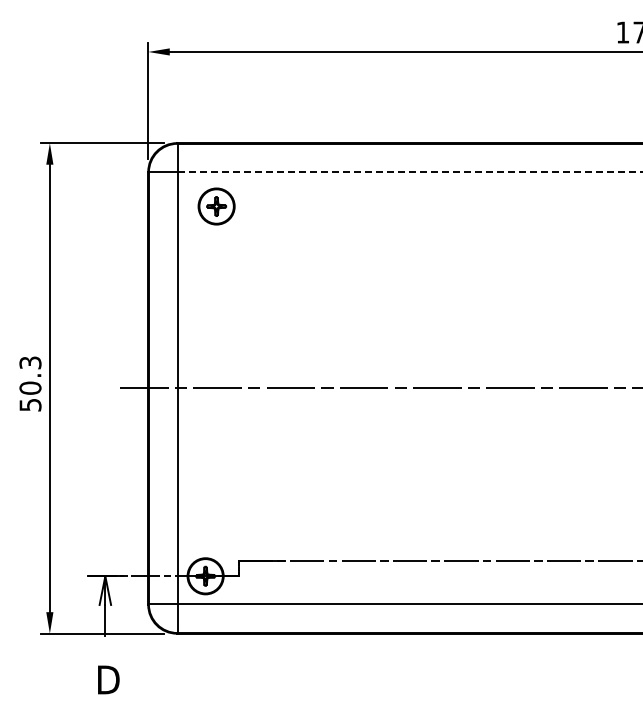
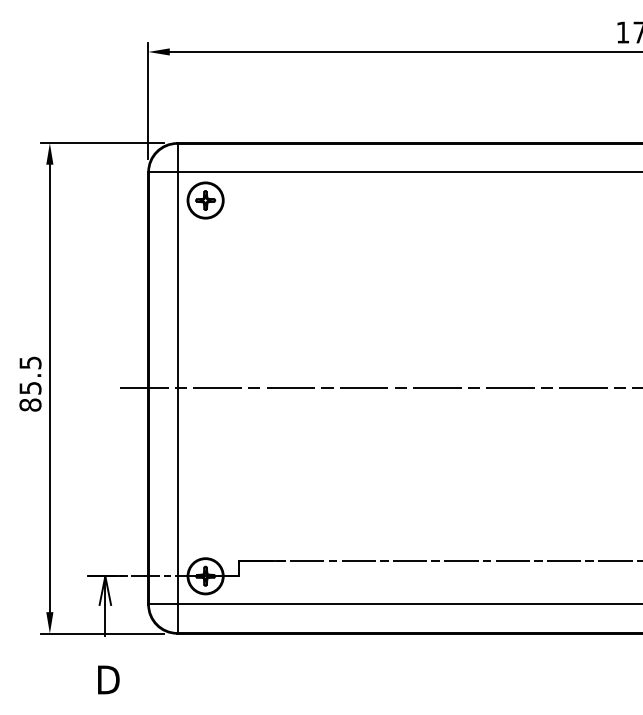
line at (410, 172): dashed -> solid
part at (216, 206) position: (216, 206) -> (205, 200)
text at (30, 383): 50.3 -> 85.5
